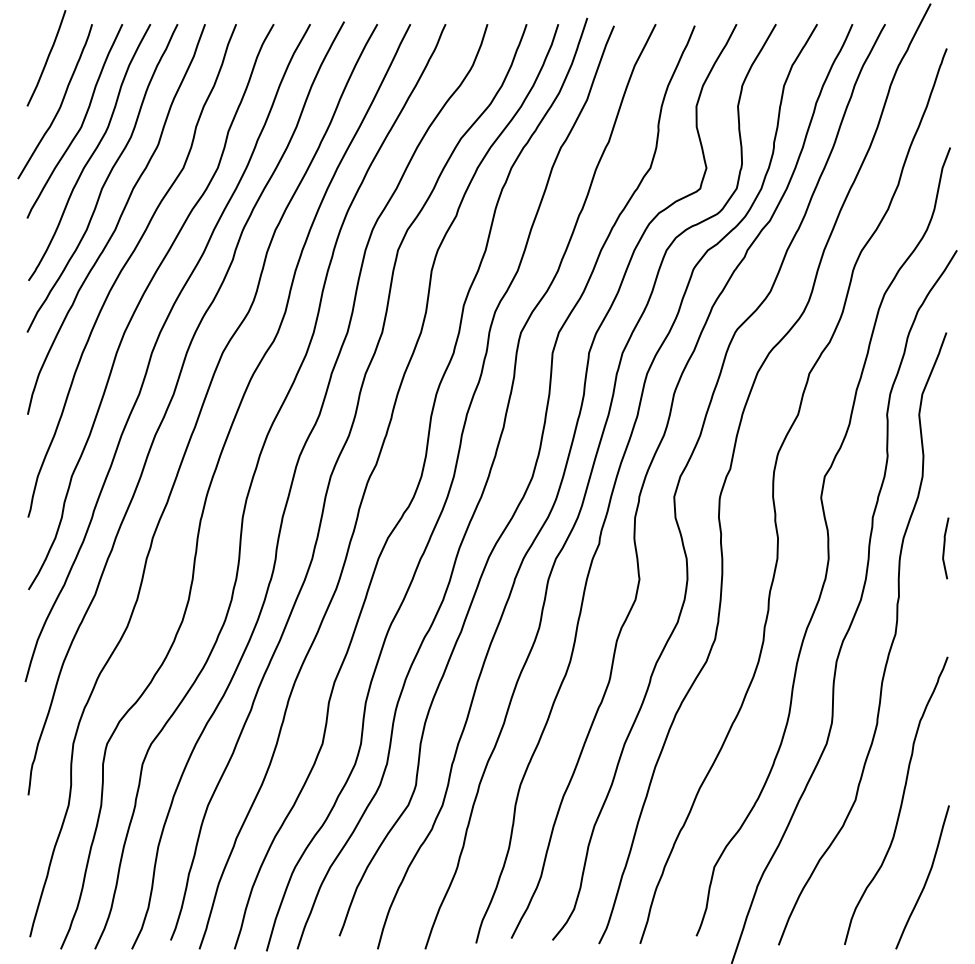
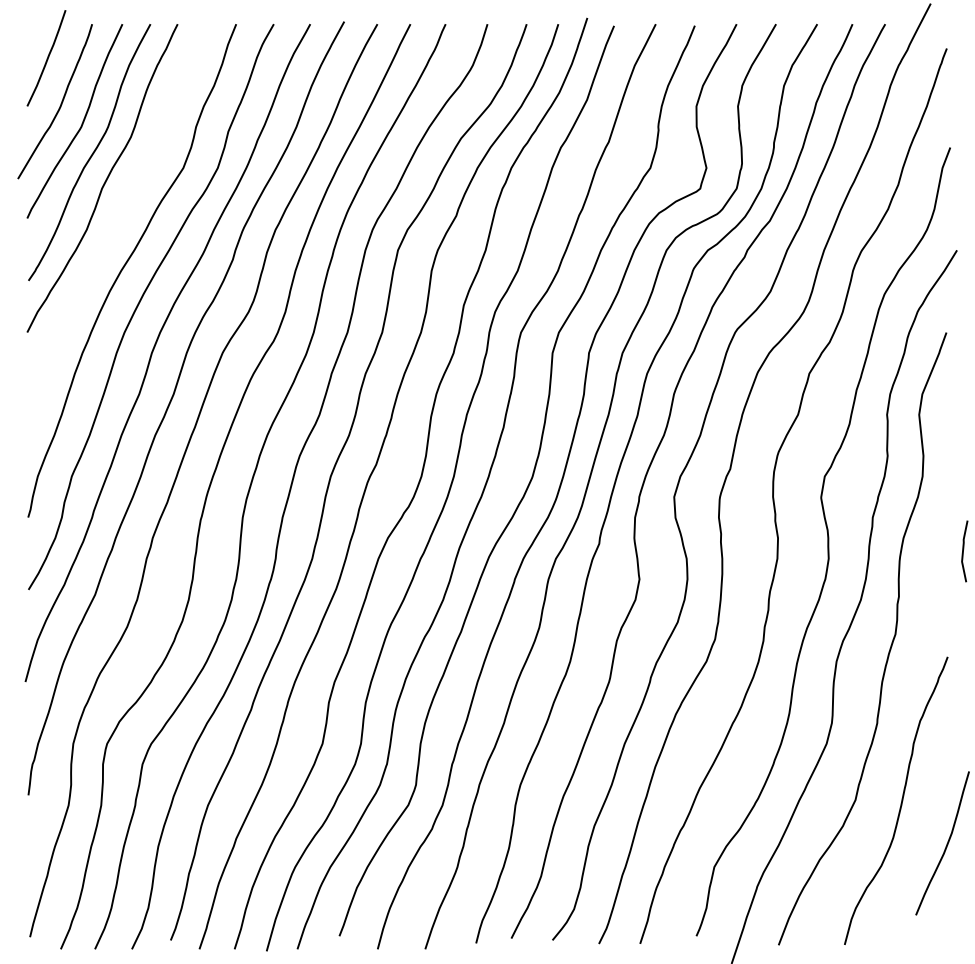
curve at (118, 219): present -> none
line at (944, 548) position: (944, 548) -> (963, 551)
curve at (926, 877) position: (926, 877) -> (946, 843)
